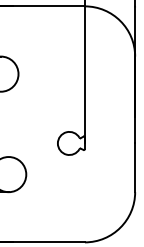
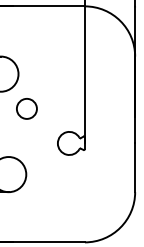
circle at (26, 108): none -> present
